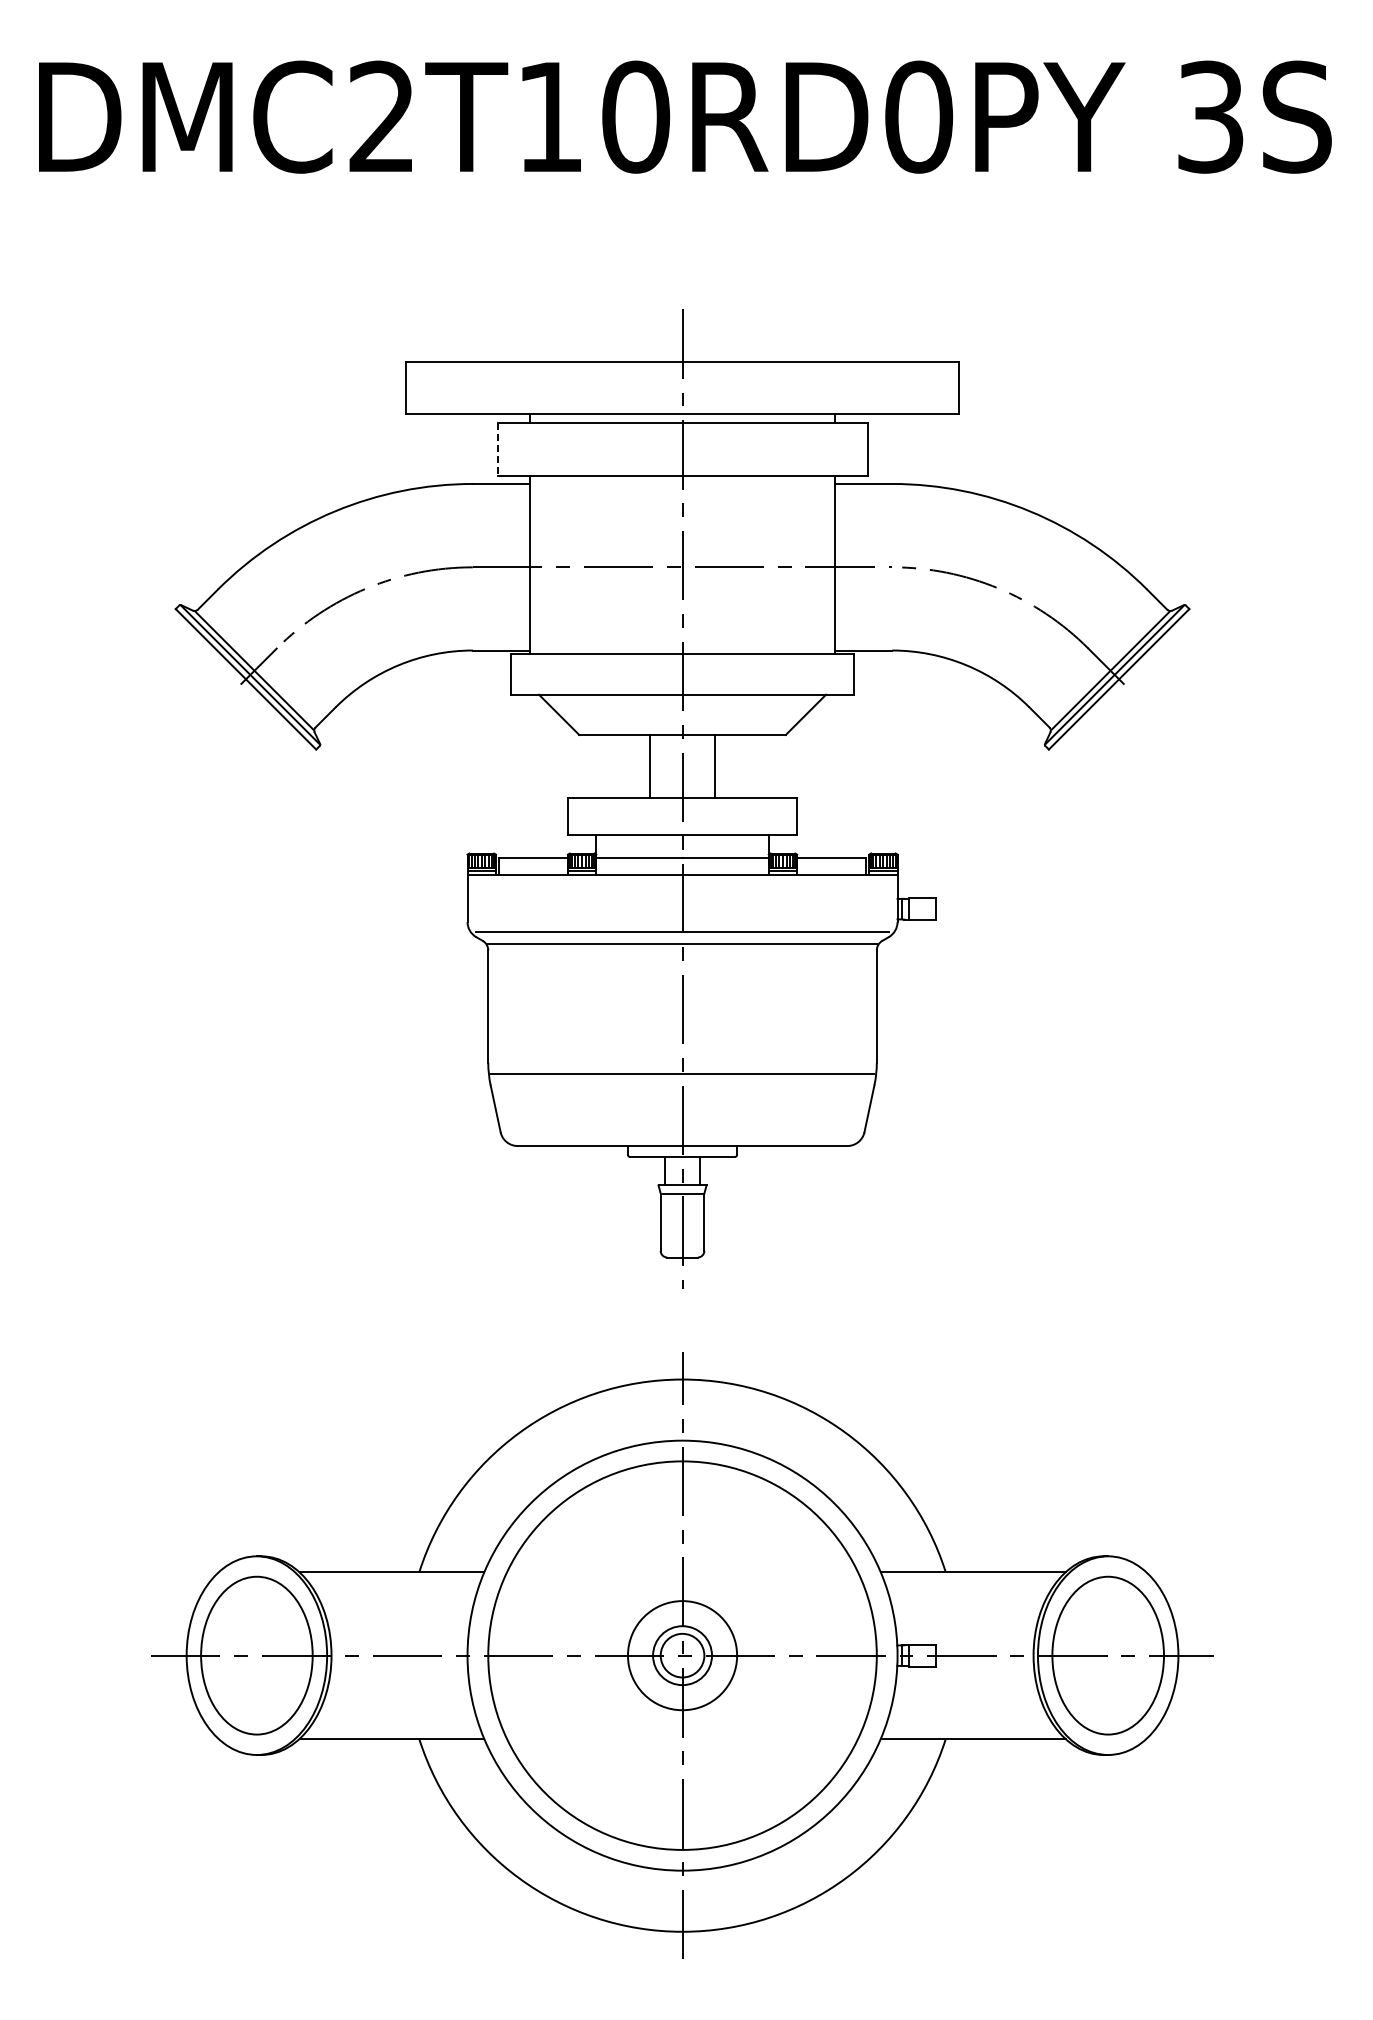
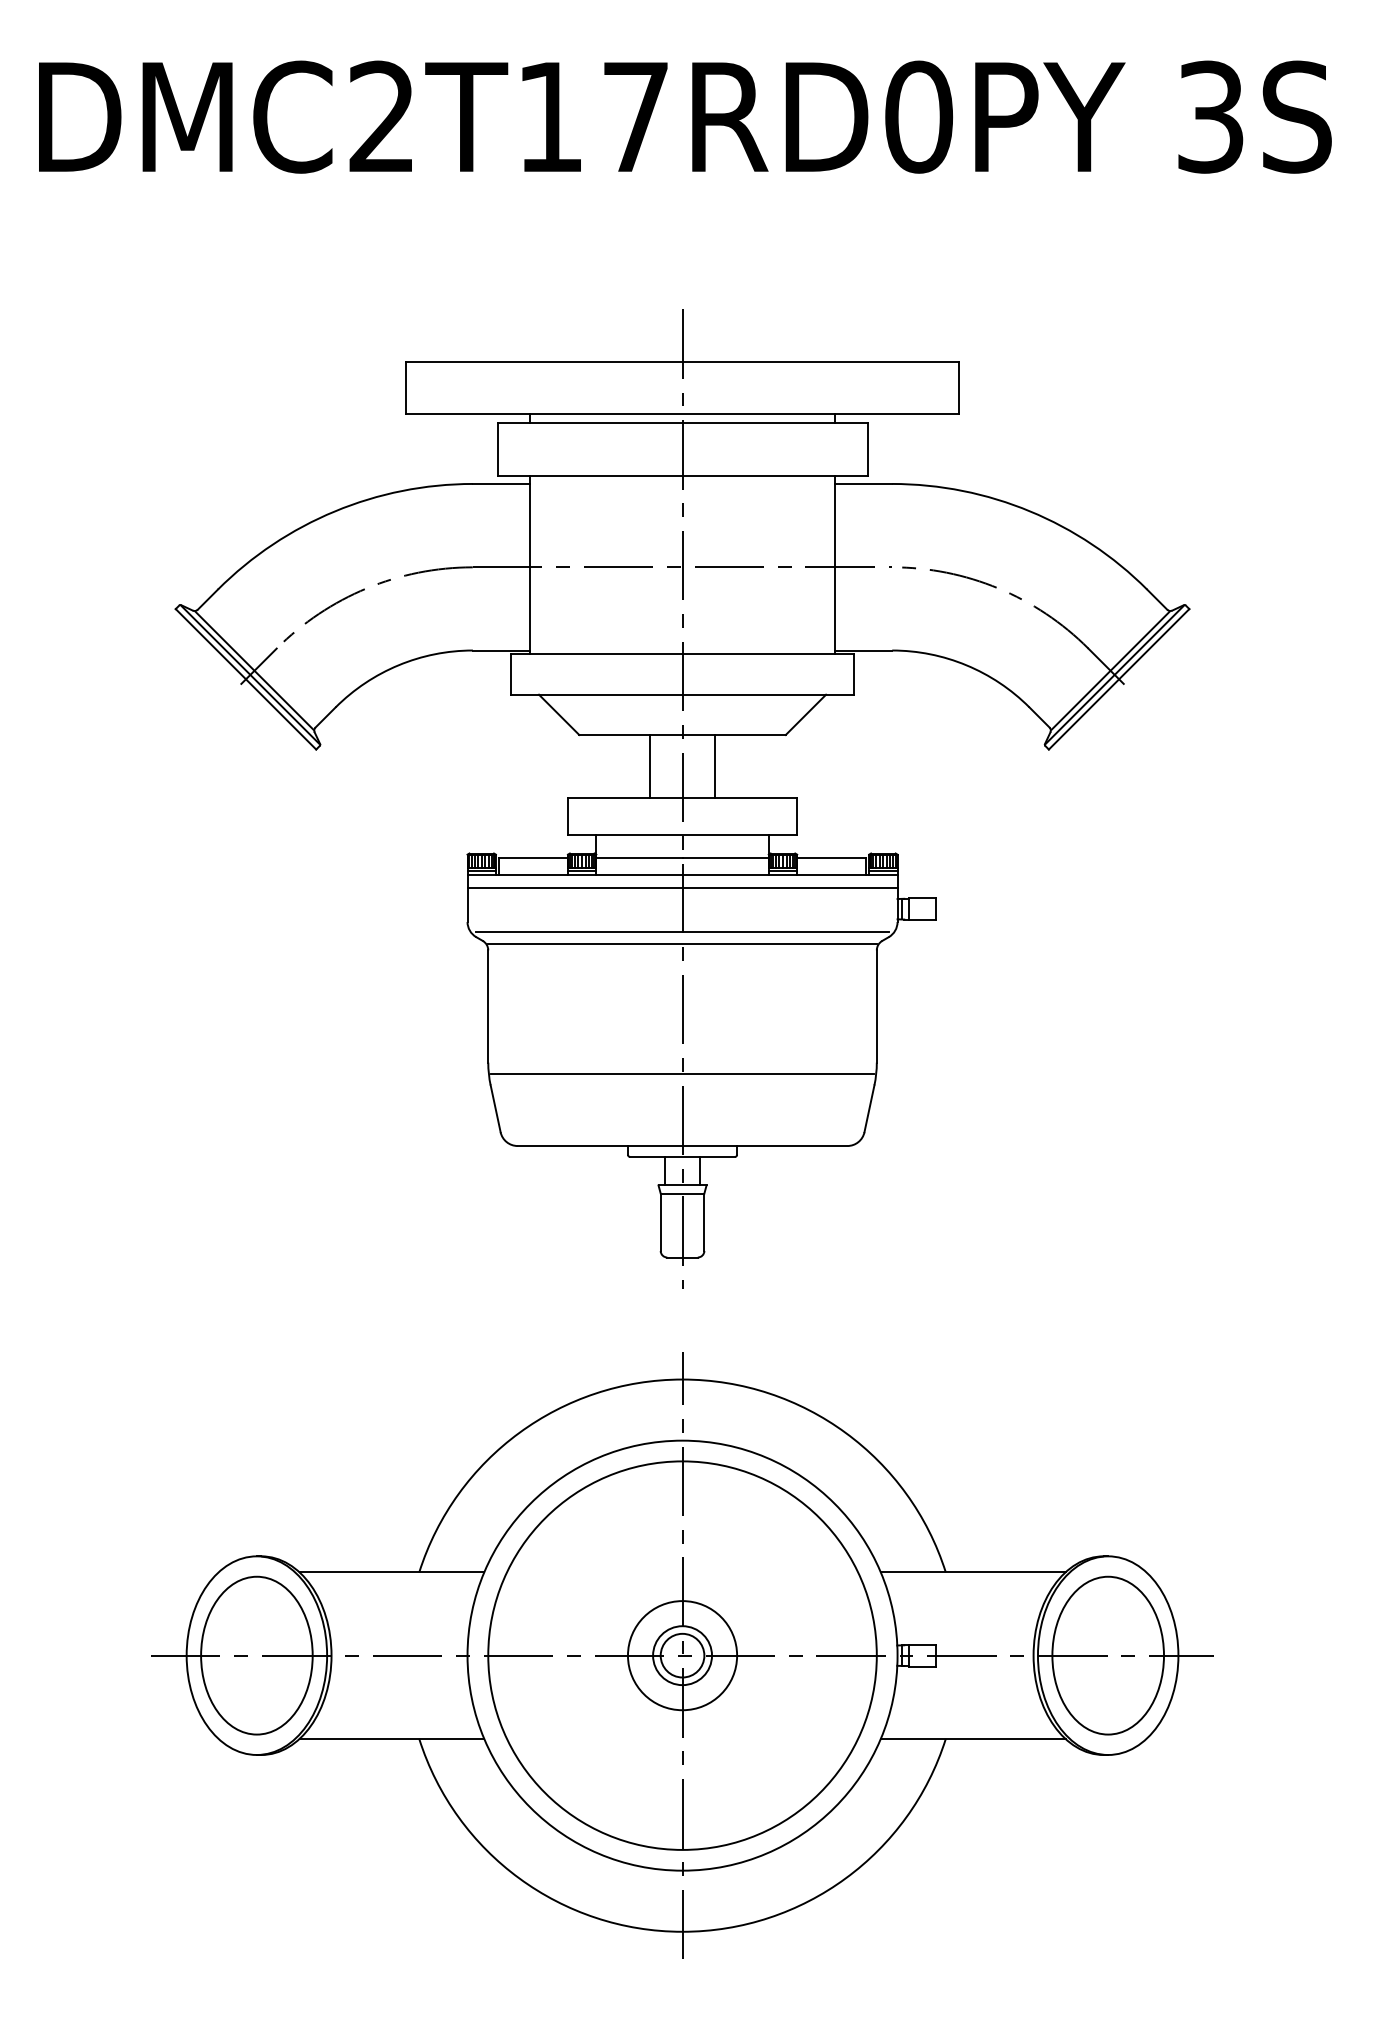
text at (636, 116): DMC2T10RD0PY -> DMC2T17RD0PY
line at (497, 449): dashed -> solid
line at (682, 888): none -> present
